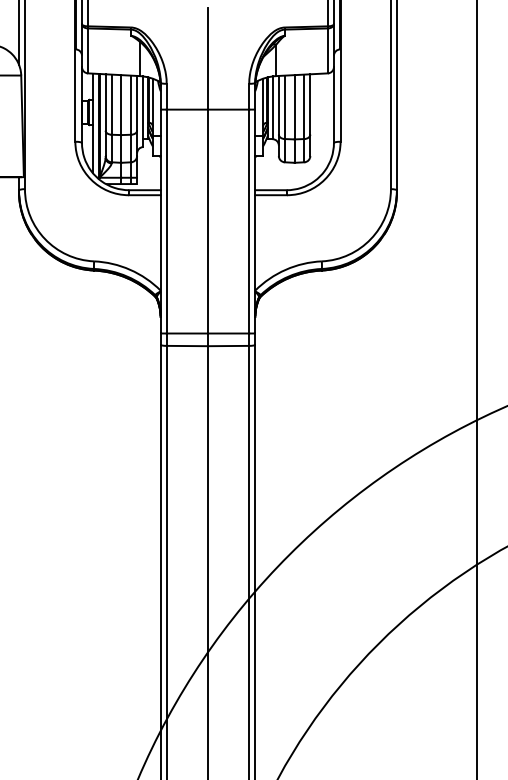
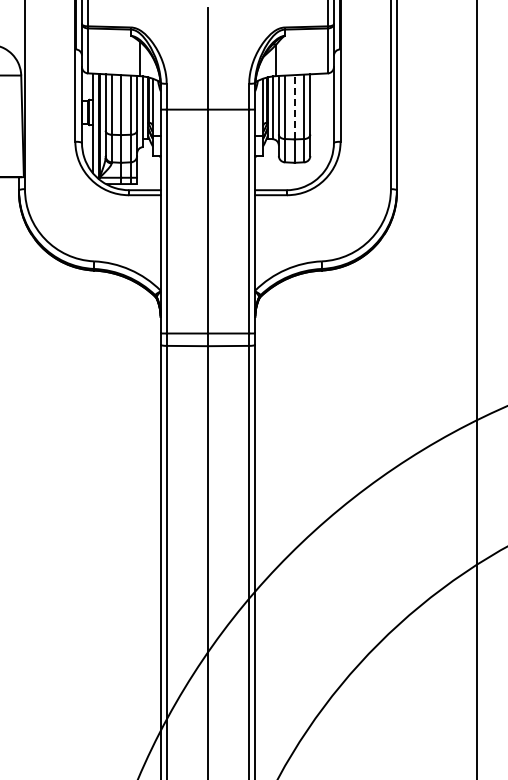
line at (19, 33): present -> none
line at (294, 106): solid -> dashed
